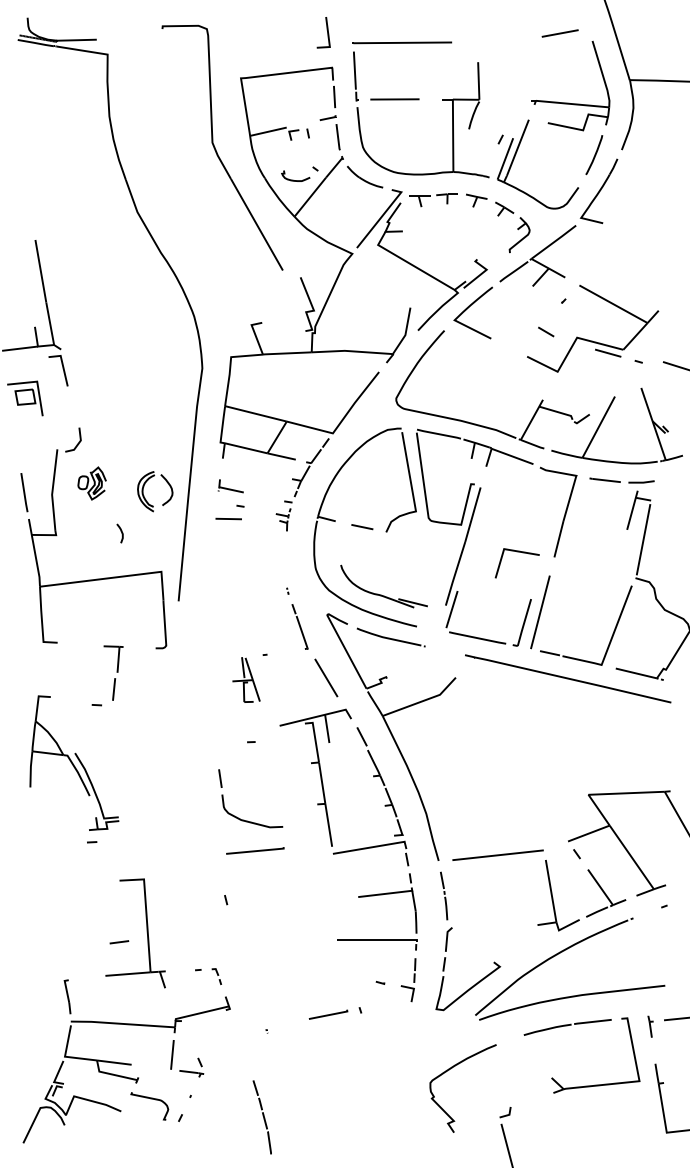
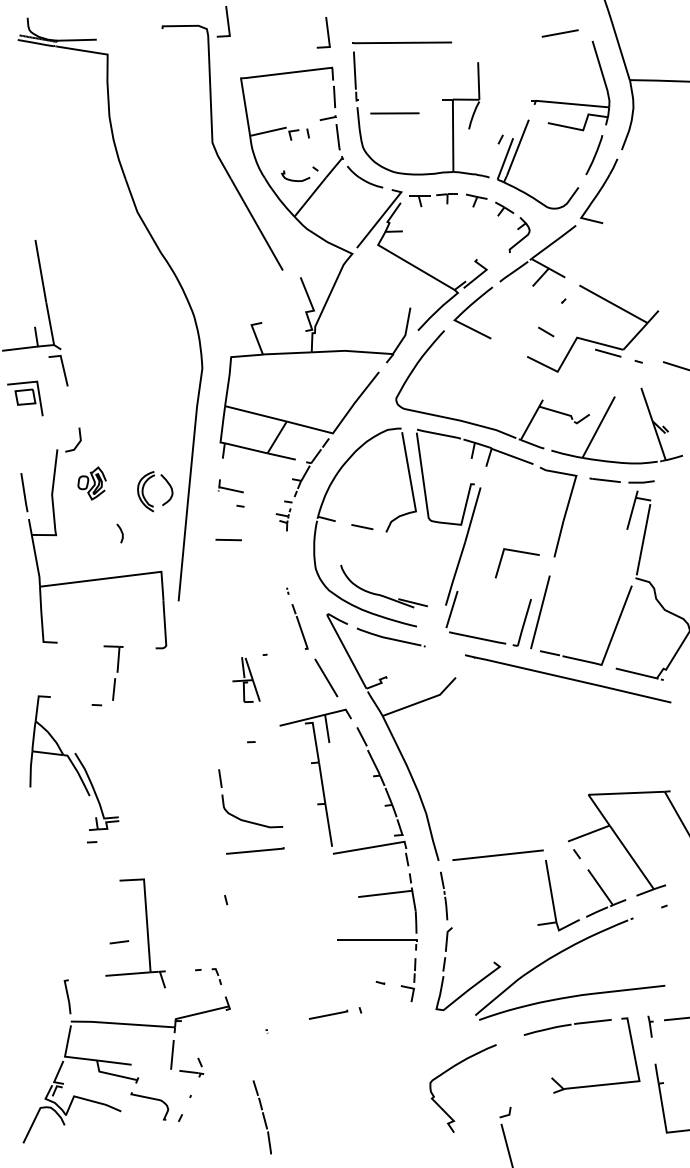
line at (226, 19): none -> present
line at (394, 99) position: (394, 99) -> (394, 113)
line at (228, 518) position: (228, 518) -> (228, 539)
